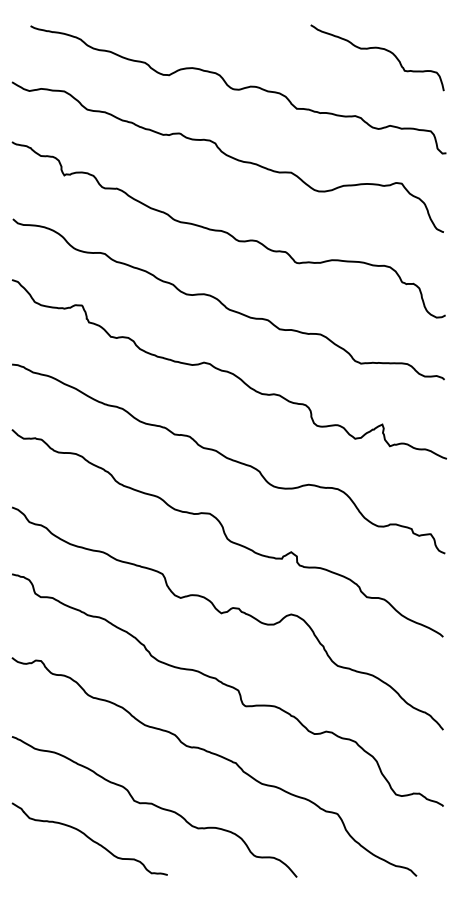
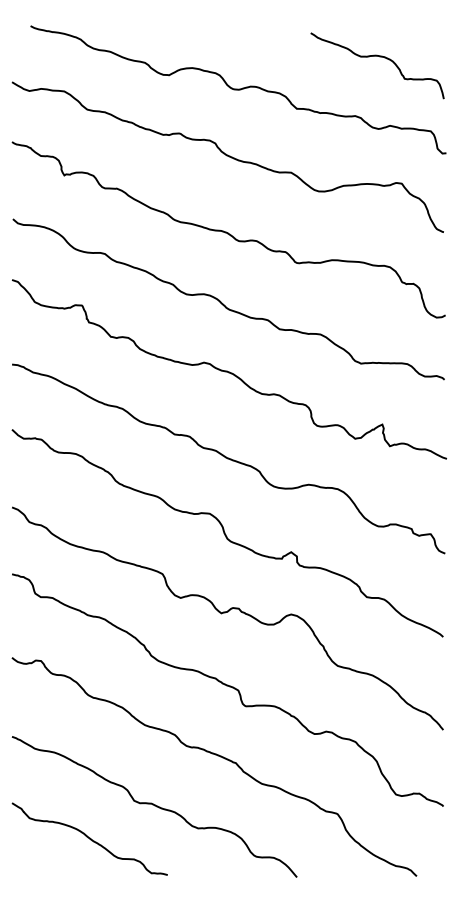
curve at (379, 49) position: (379, 49) -> (379, 57)
